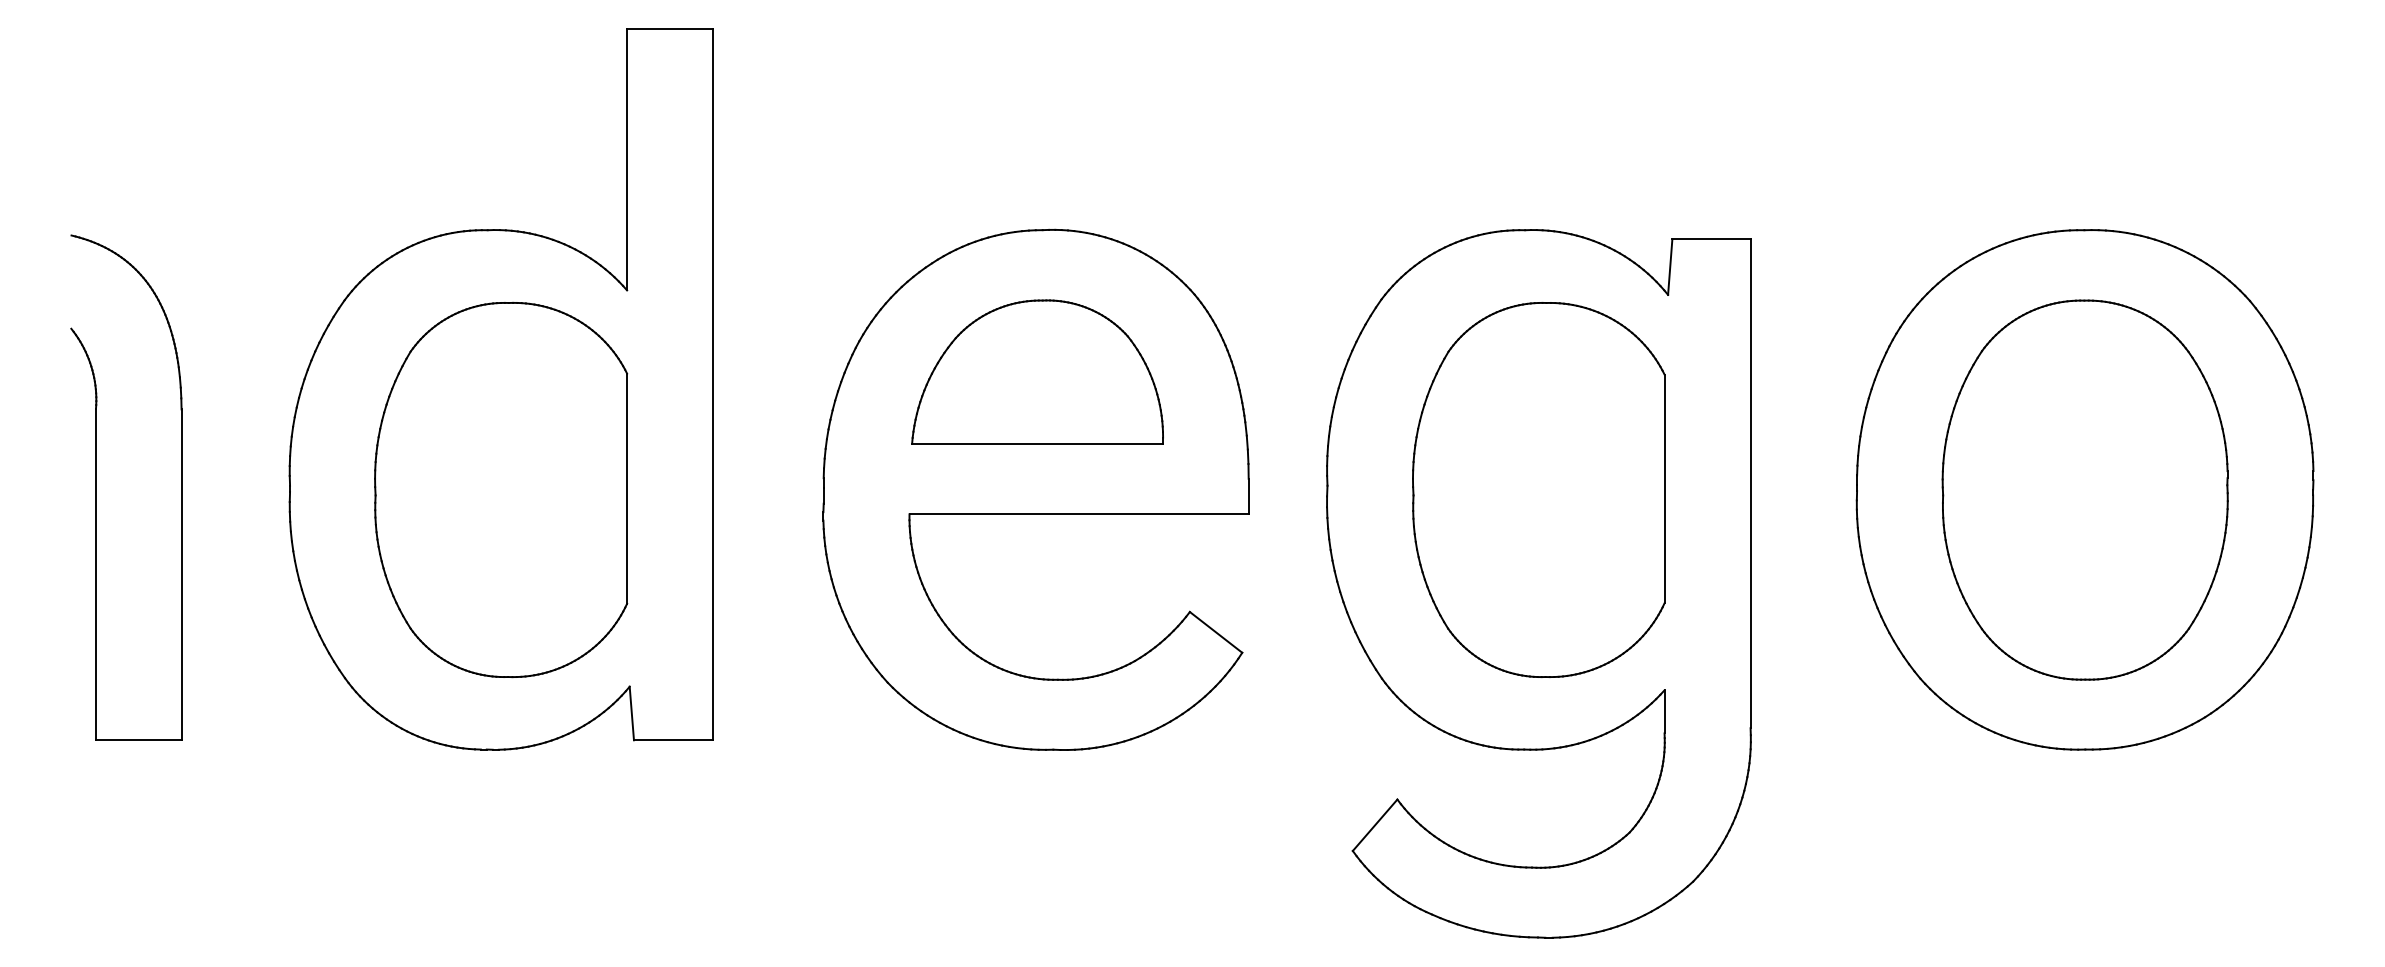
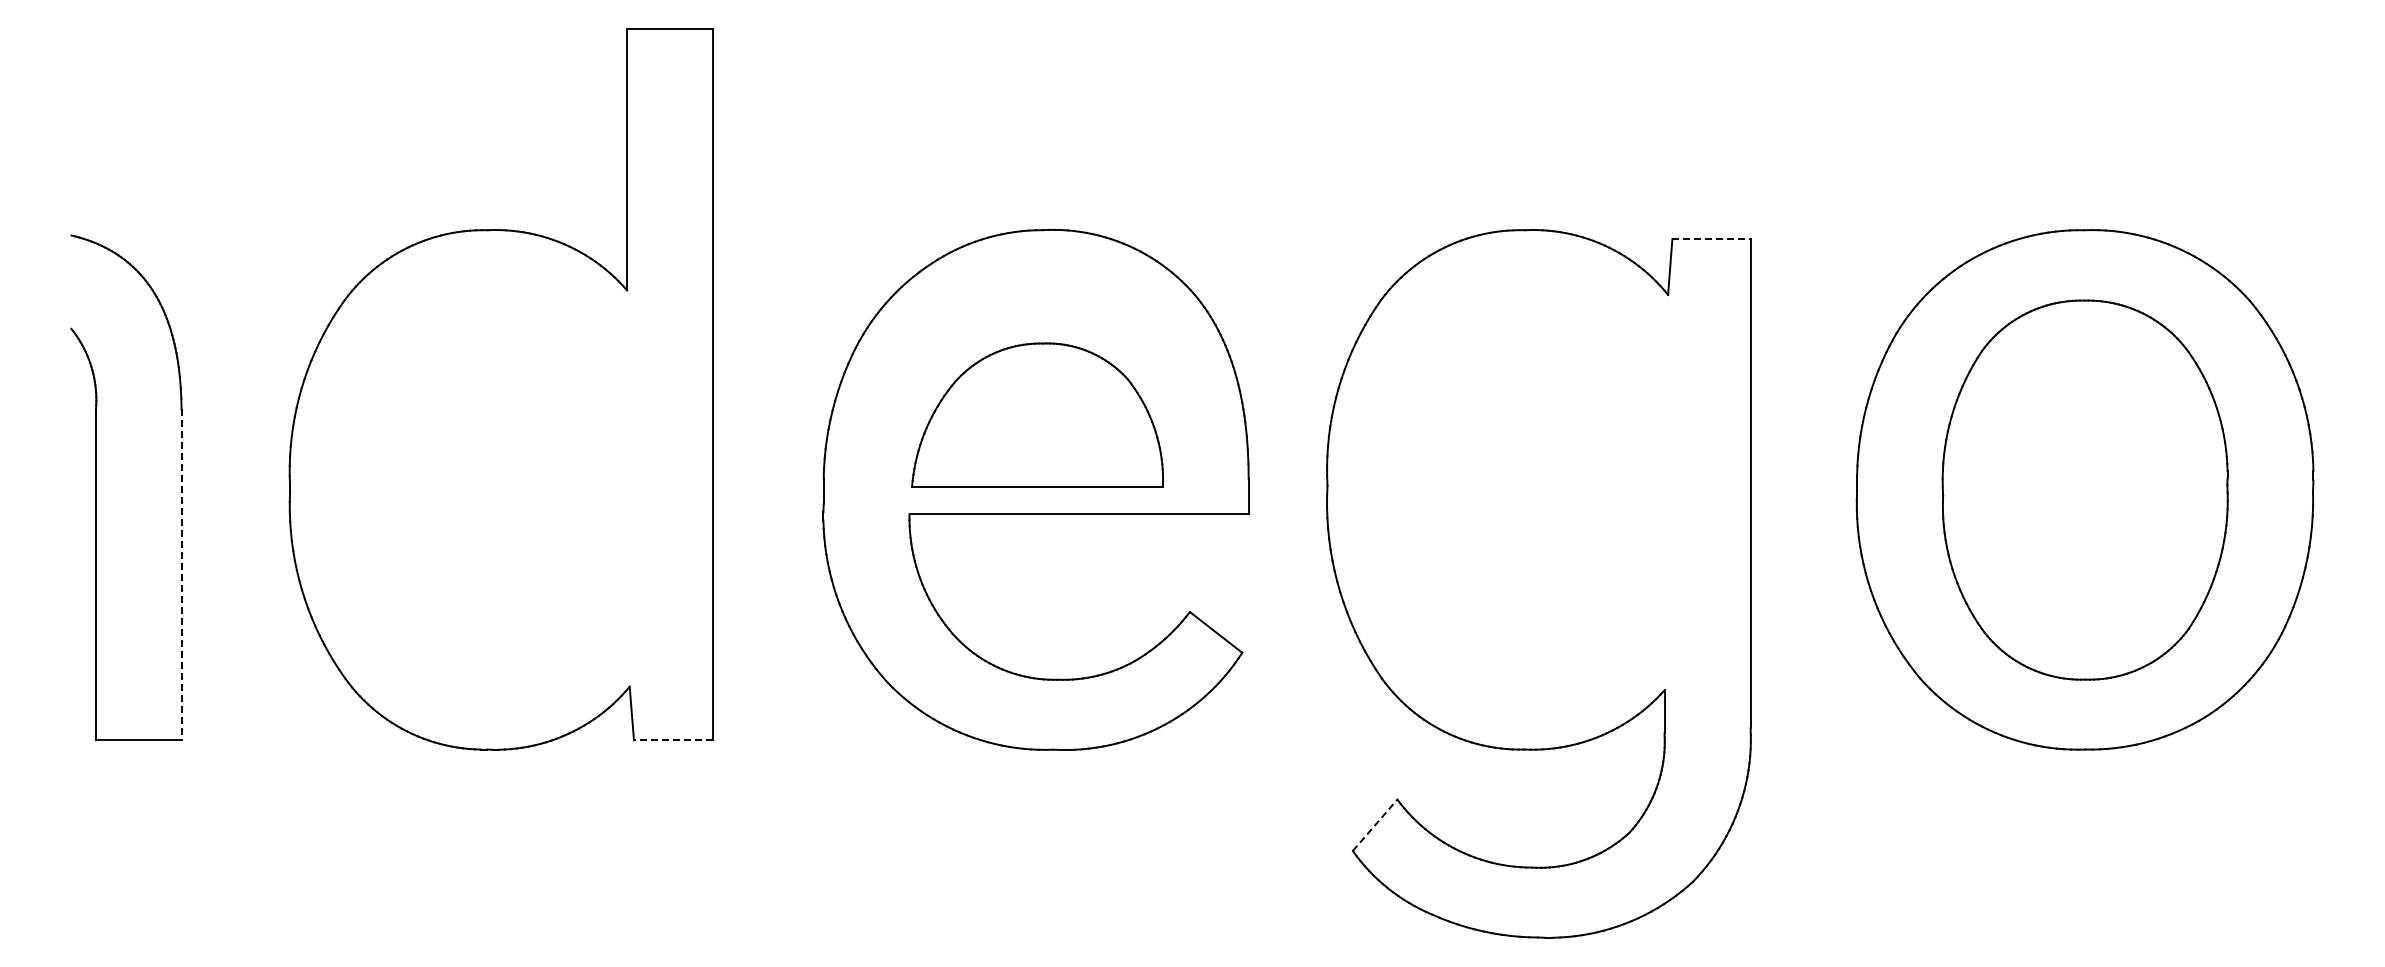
line at (1711, 239): solid -> dashed
part at (1037, 371) position: (1037, 371) -> (1037, 414)
part at (501, 489): present -> none
part at (1538, 489): present -> none
line at (181, 575): solid -> dashed
line at (672, 740): solid -> dashed
line at (1375, 824): solid -> dashed
